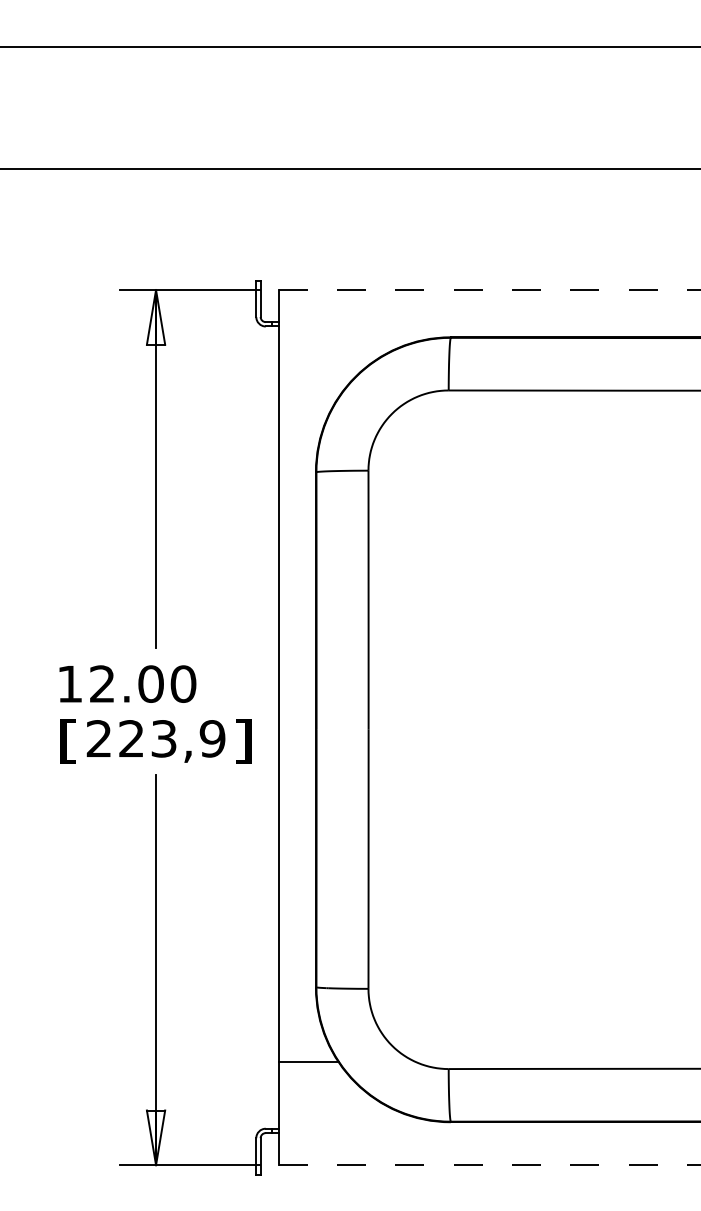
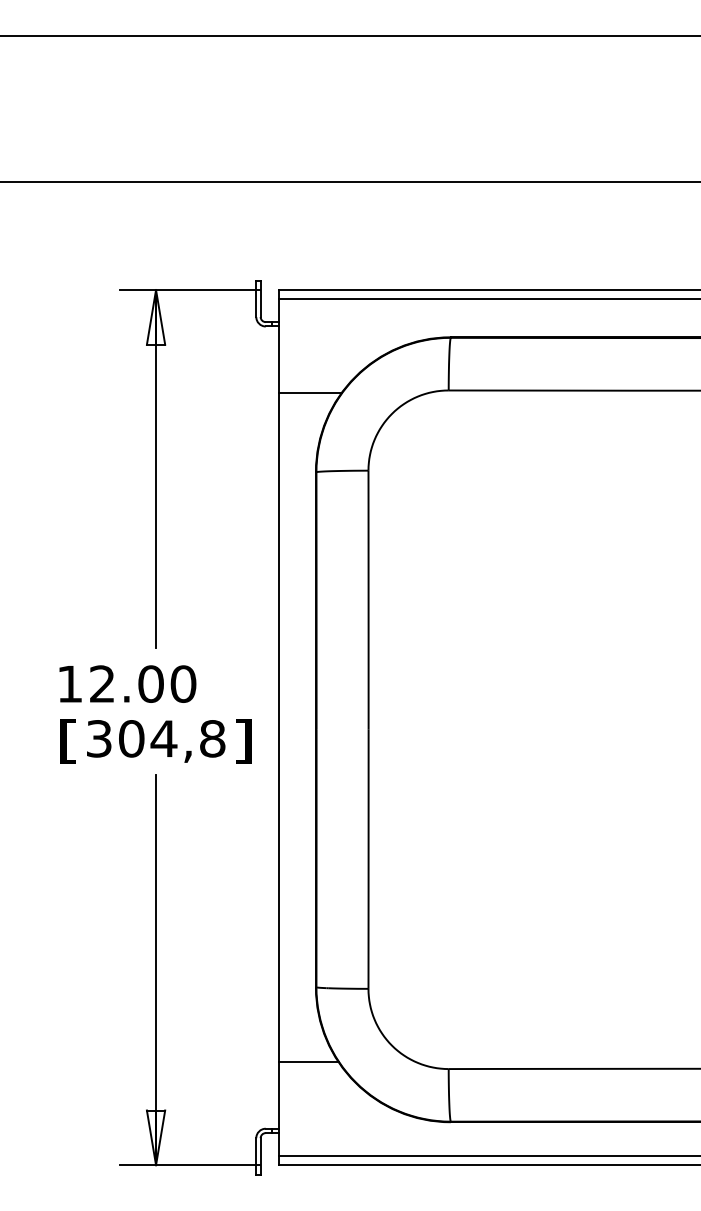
line at (349, 47) position: (349, 47) -> (349, 36)
line at (349, 169) position: (349, 169) -> (349, 182)
line at (489, 290): dashed -> solid
line at (487, 299): none -> present
line at (309, 393): none -> present
text at (155, 738): 223,9 -> 304,8
line at (487, 1156): none -> present
line at (489, 1165): dashed -> solid
